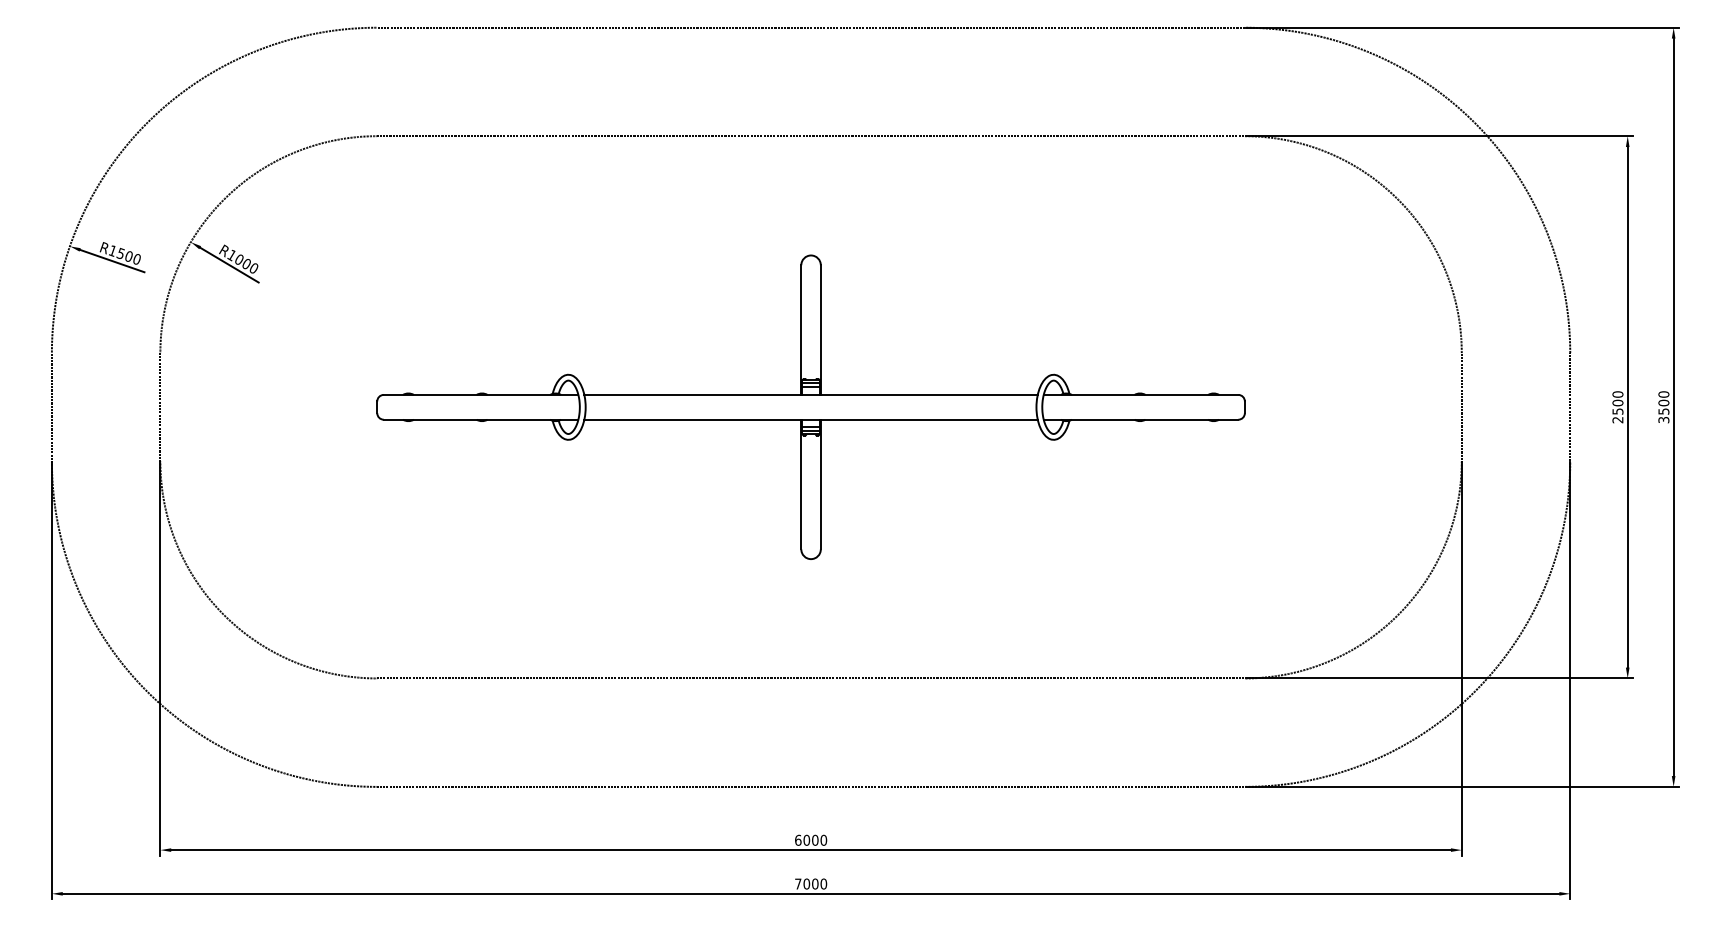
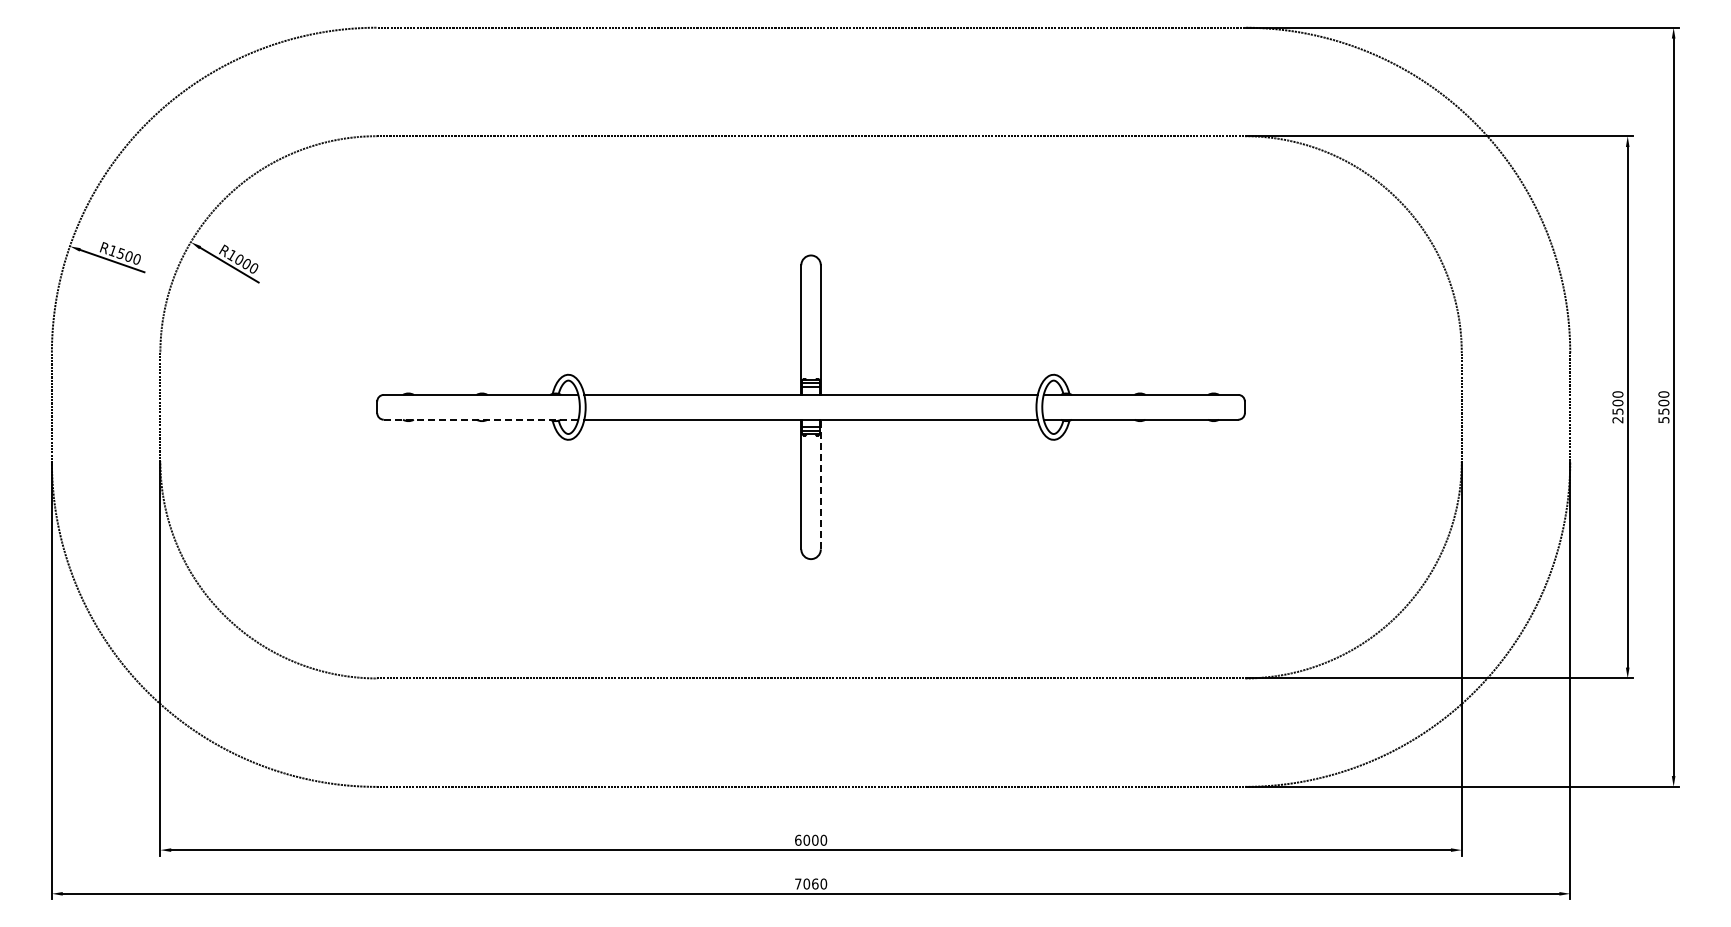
line at (481, 419): solid -> dashed
text at (1663, 419): 3500 -> 5500
line at (820, 484): solid -> dashed
text at (815, 883): 7000 -> 7060
